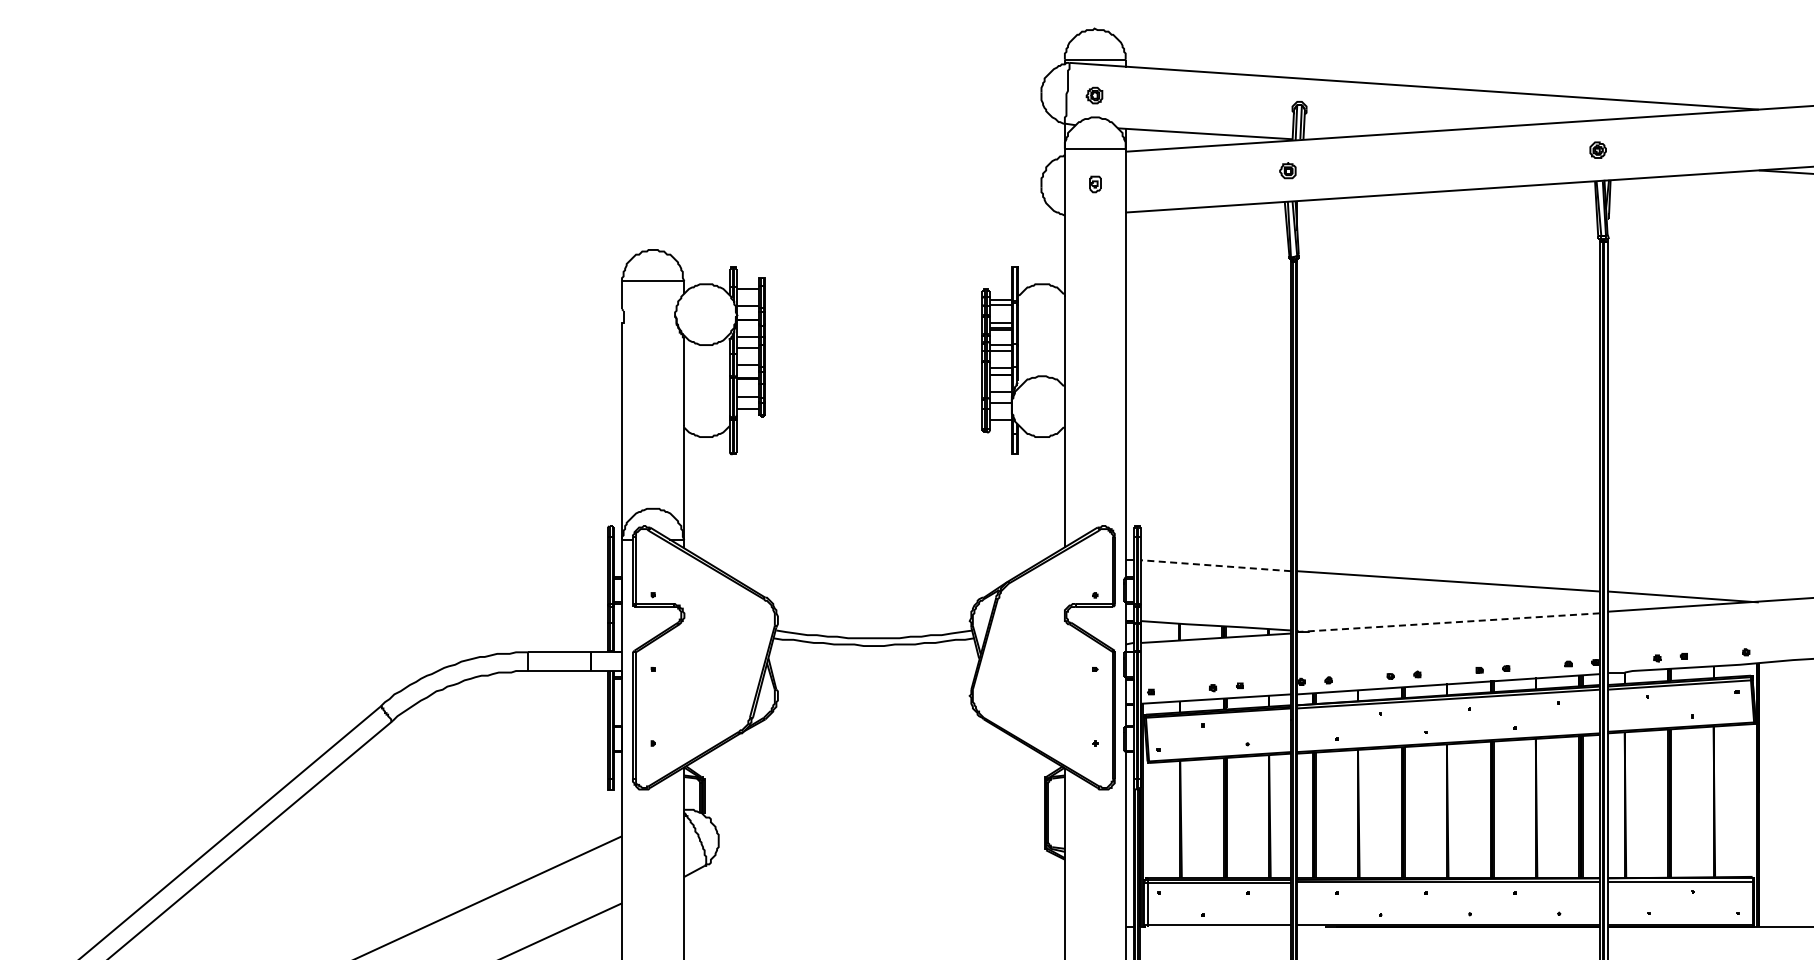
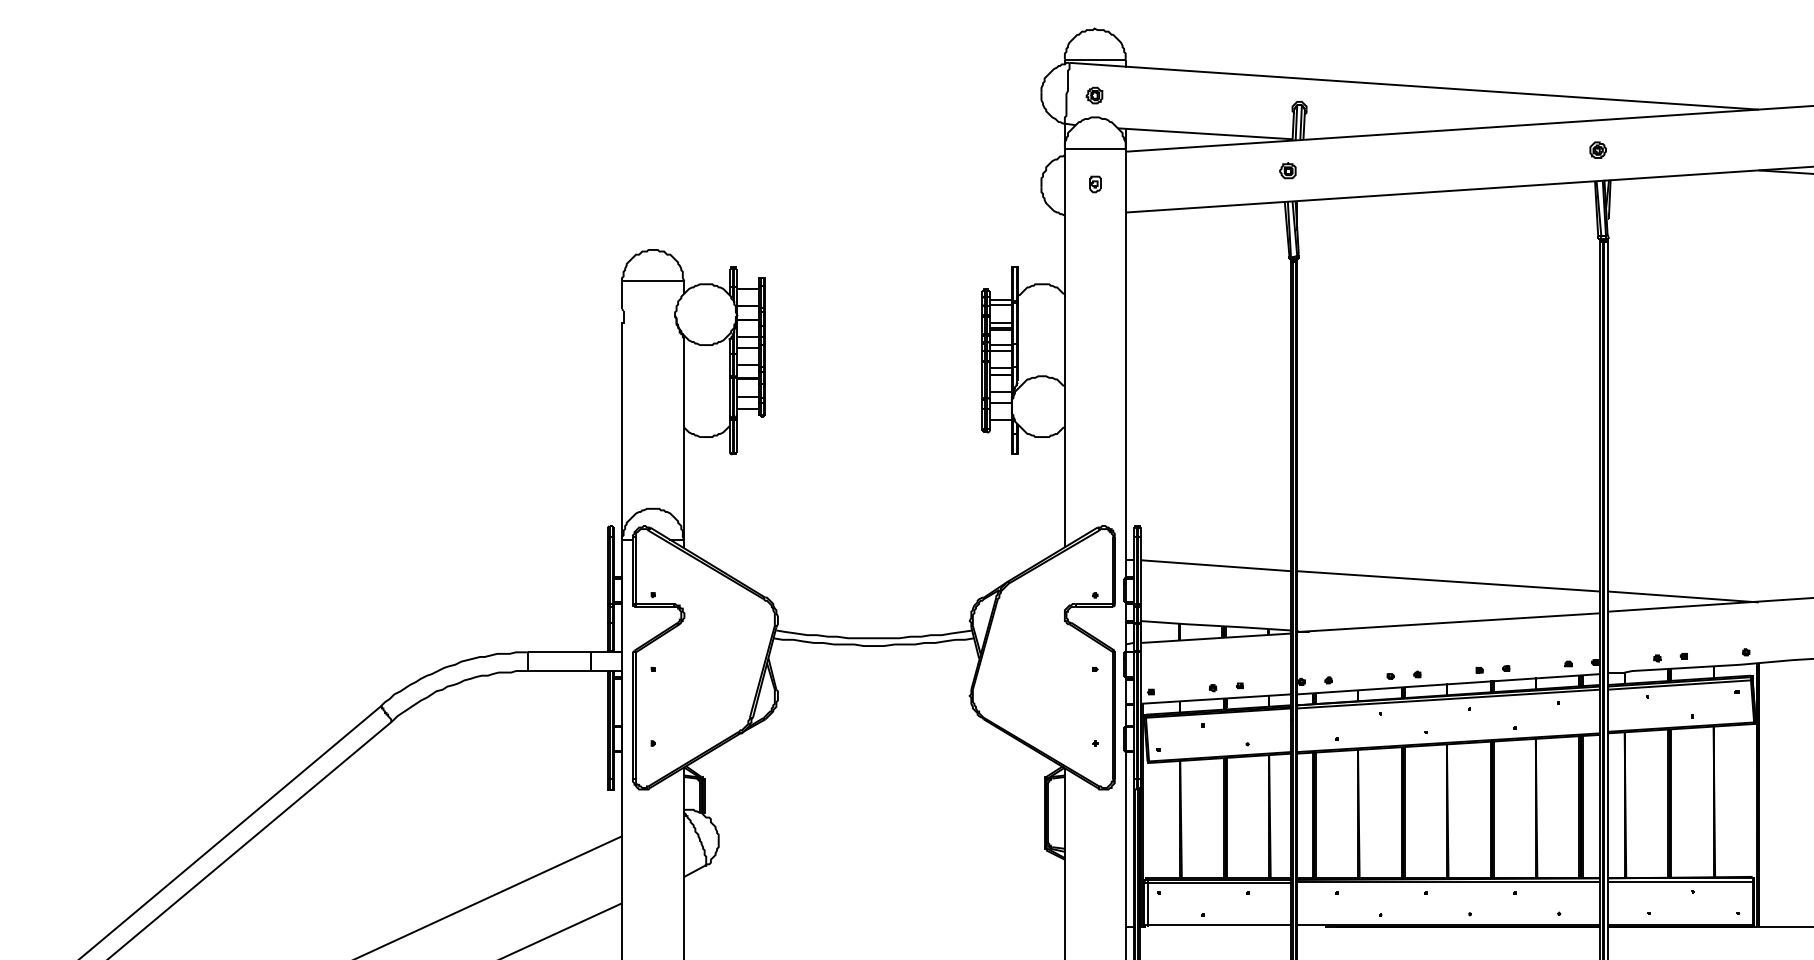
line at (1215, 565): dashed -> solid
line at (1448, 622): dashed -> solid
